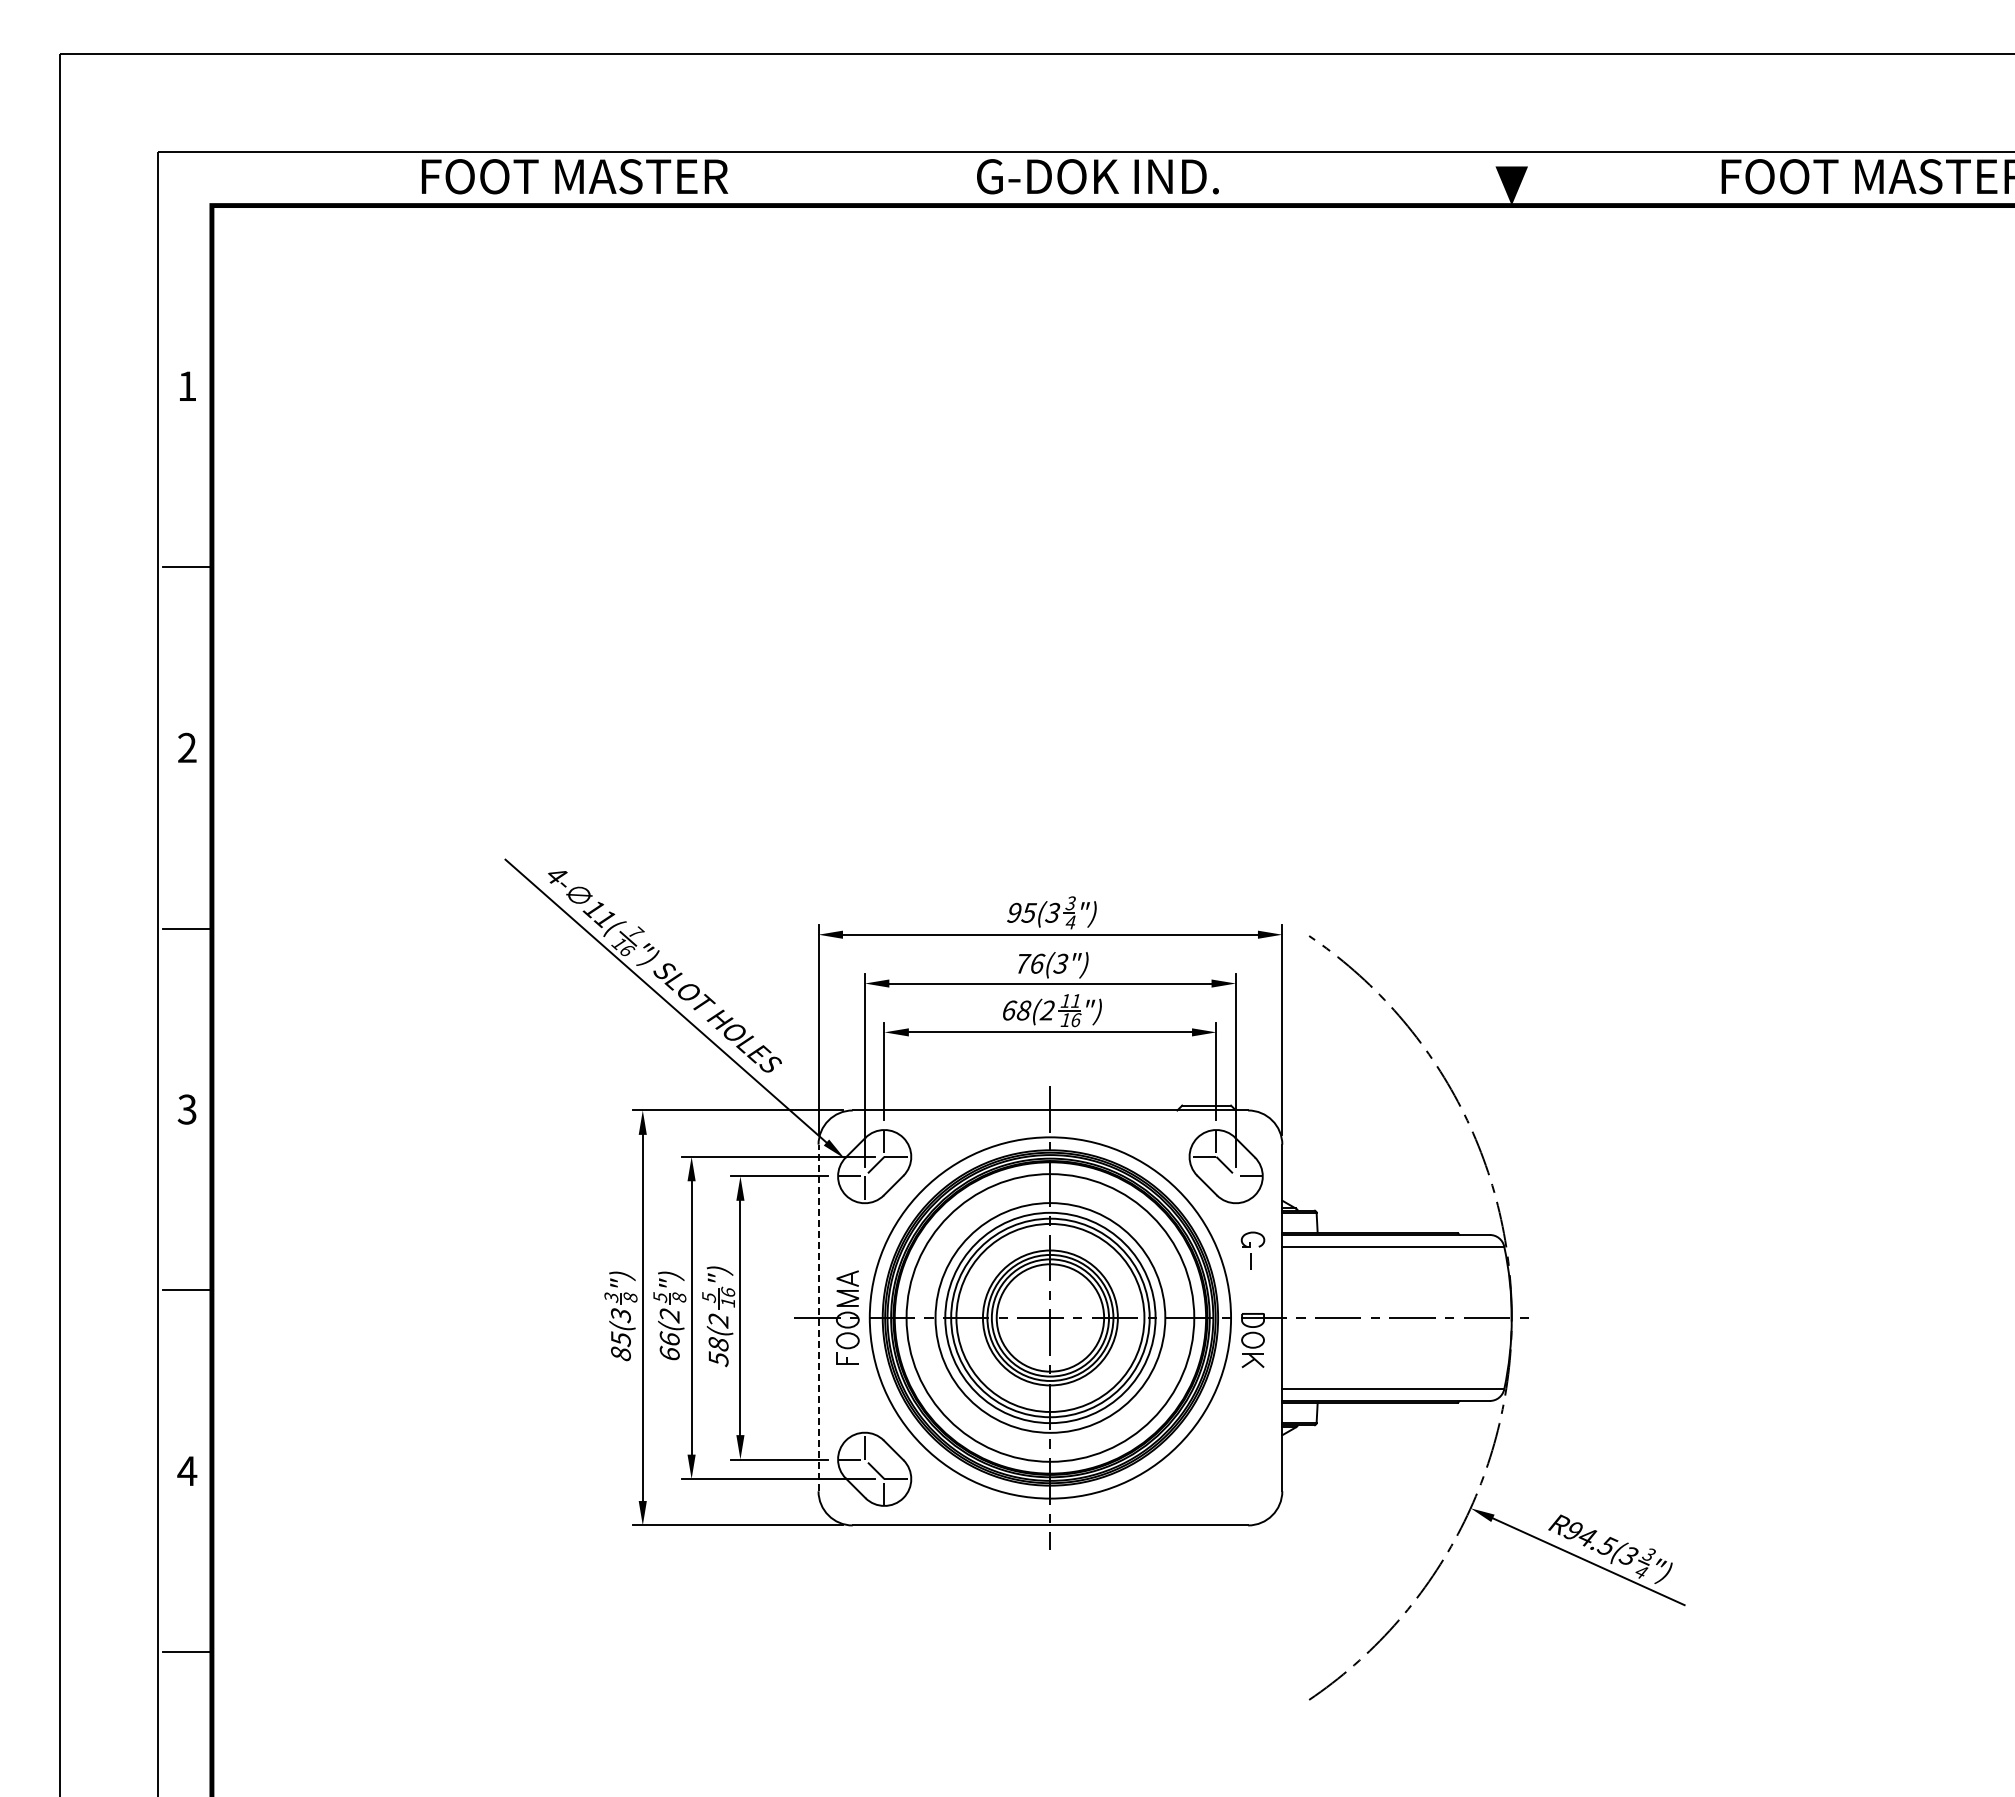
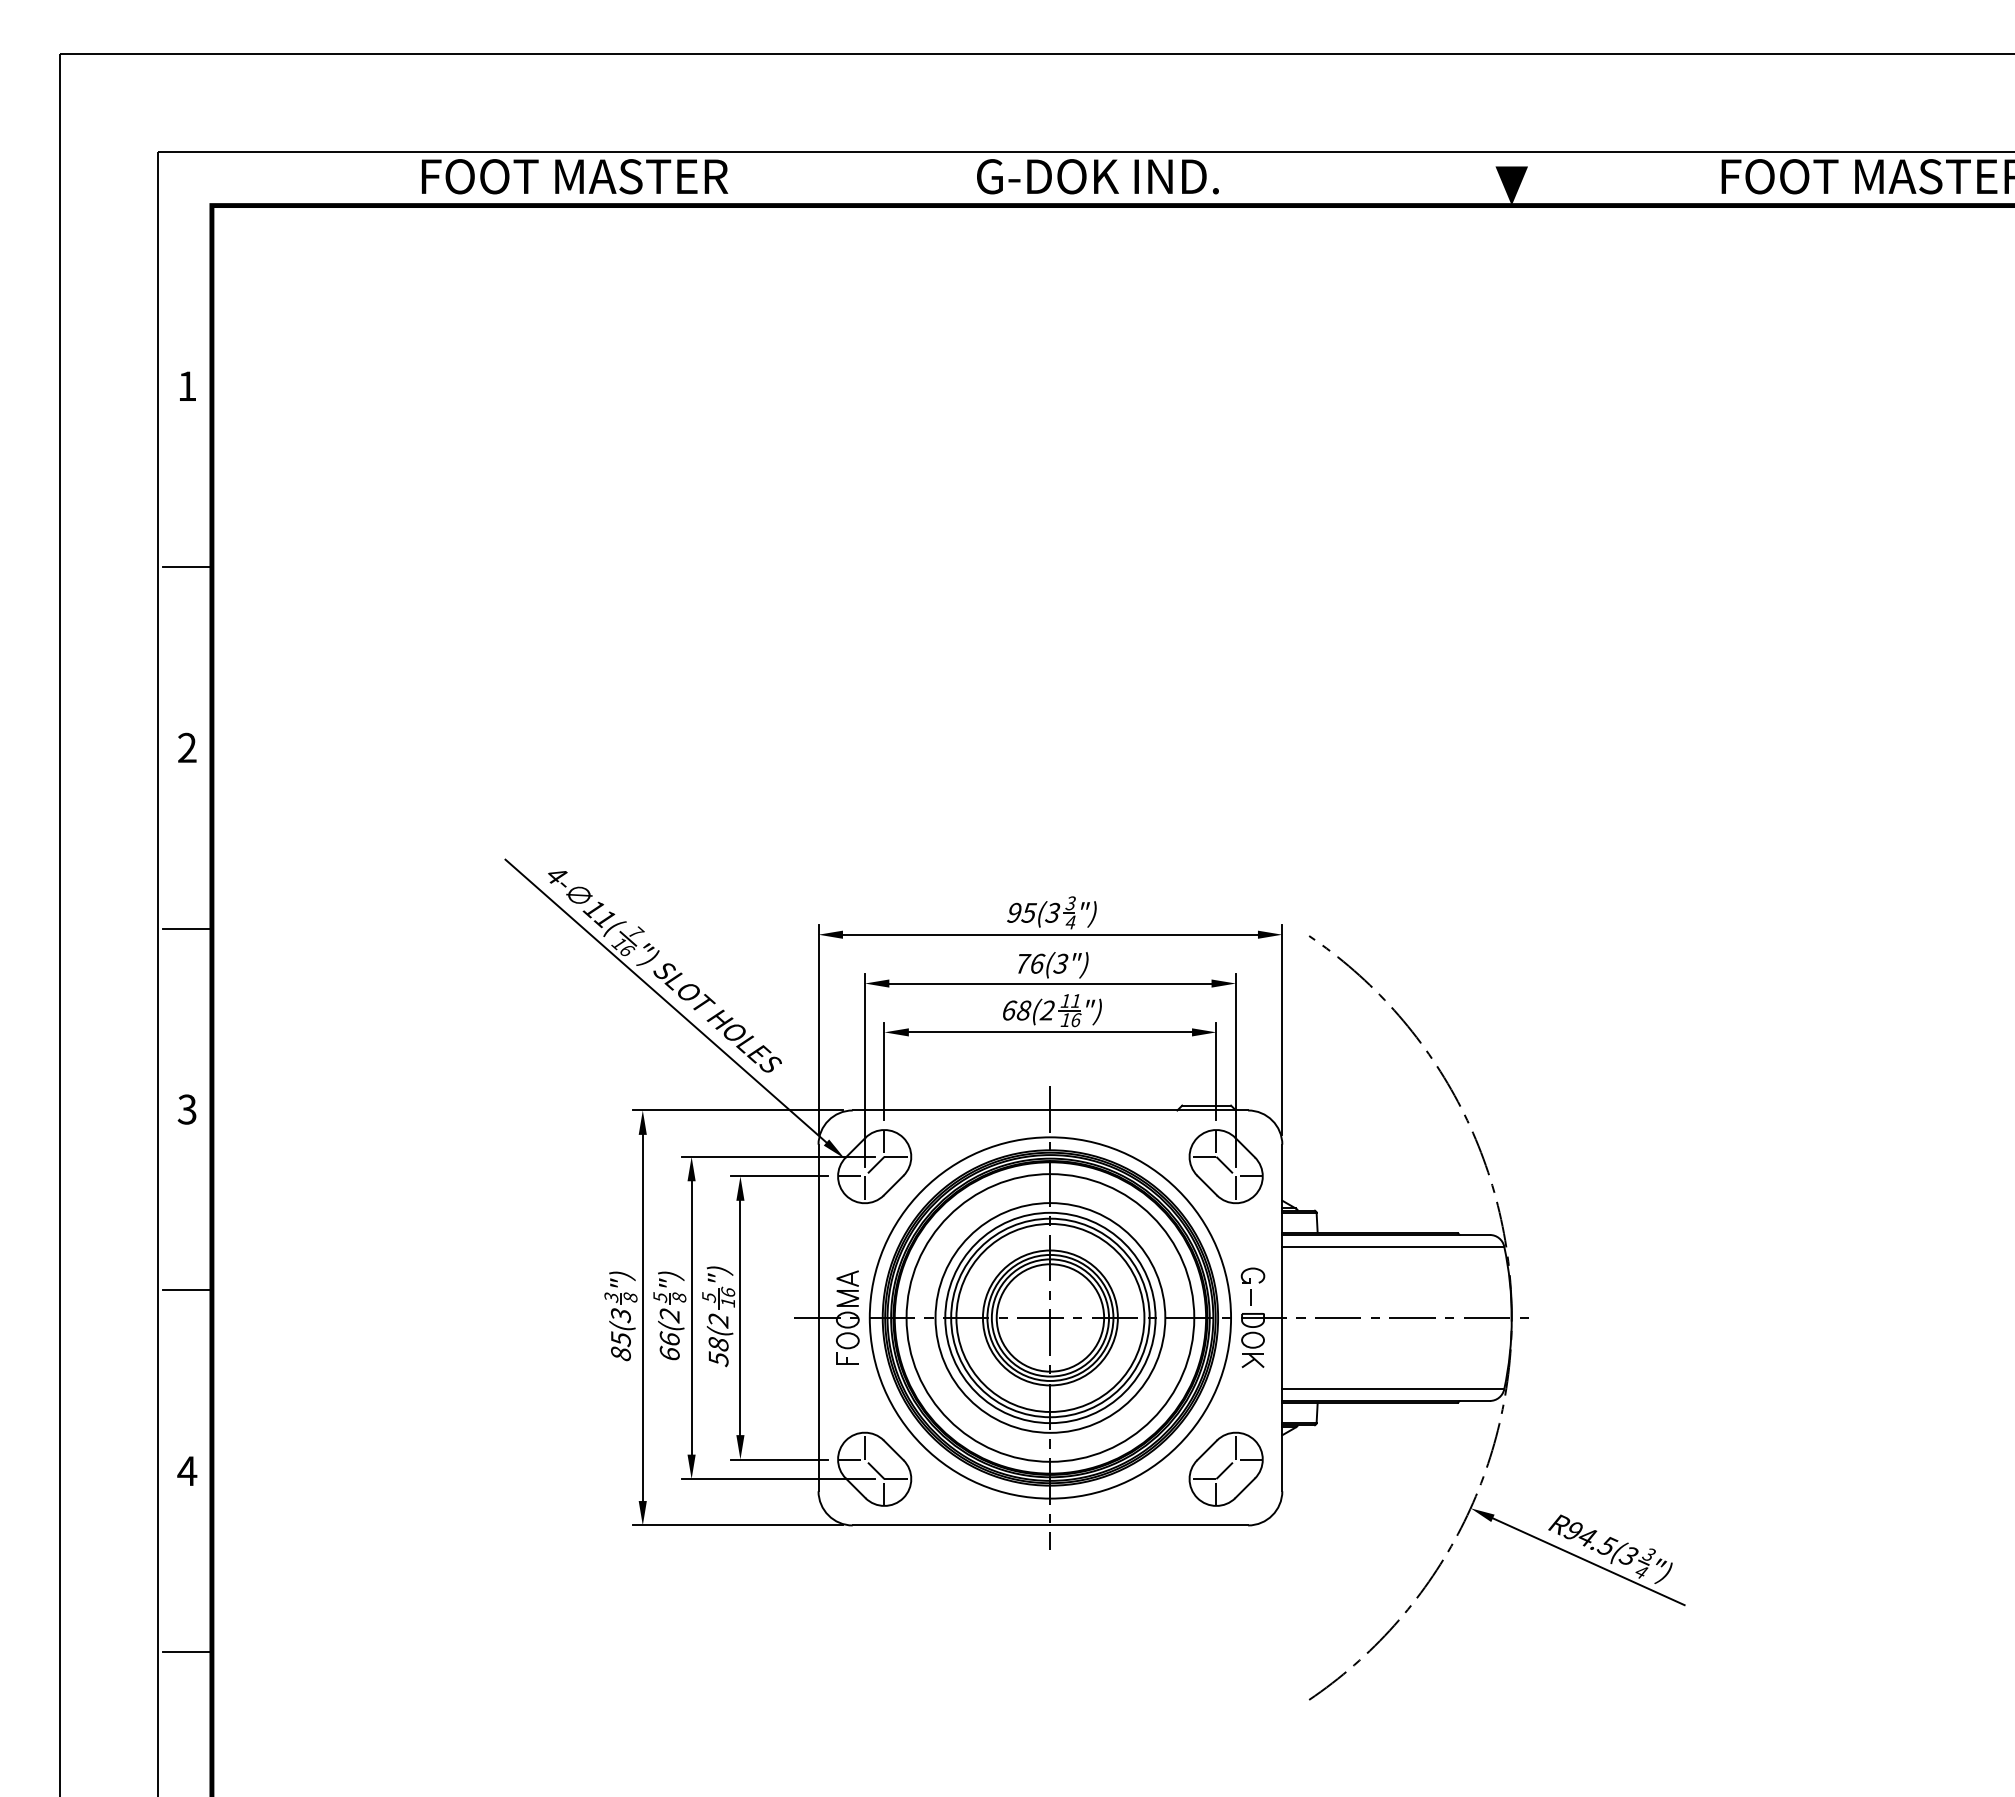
line at (1235, 1189): none -> present
part at (1252, 1250) position: (1252, 1250) -> (1252, 1286)
line at (818, 1317): dashed -> solid
part at (1225, 1468): none -> present
